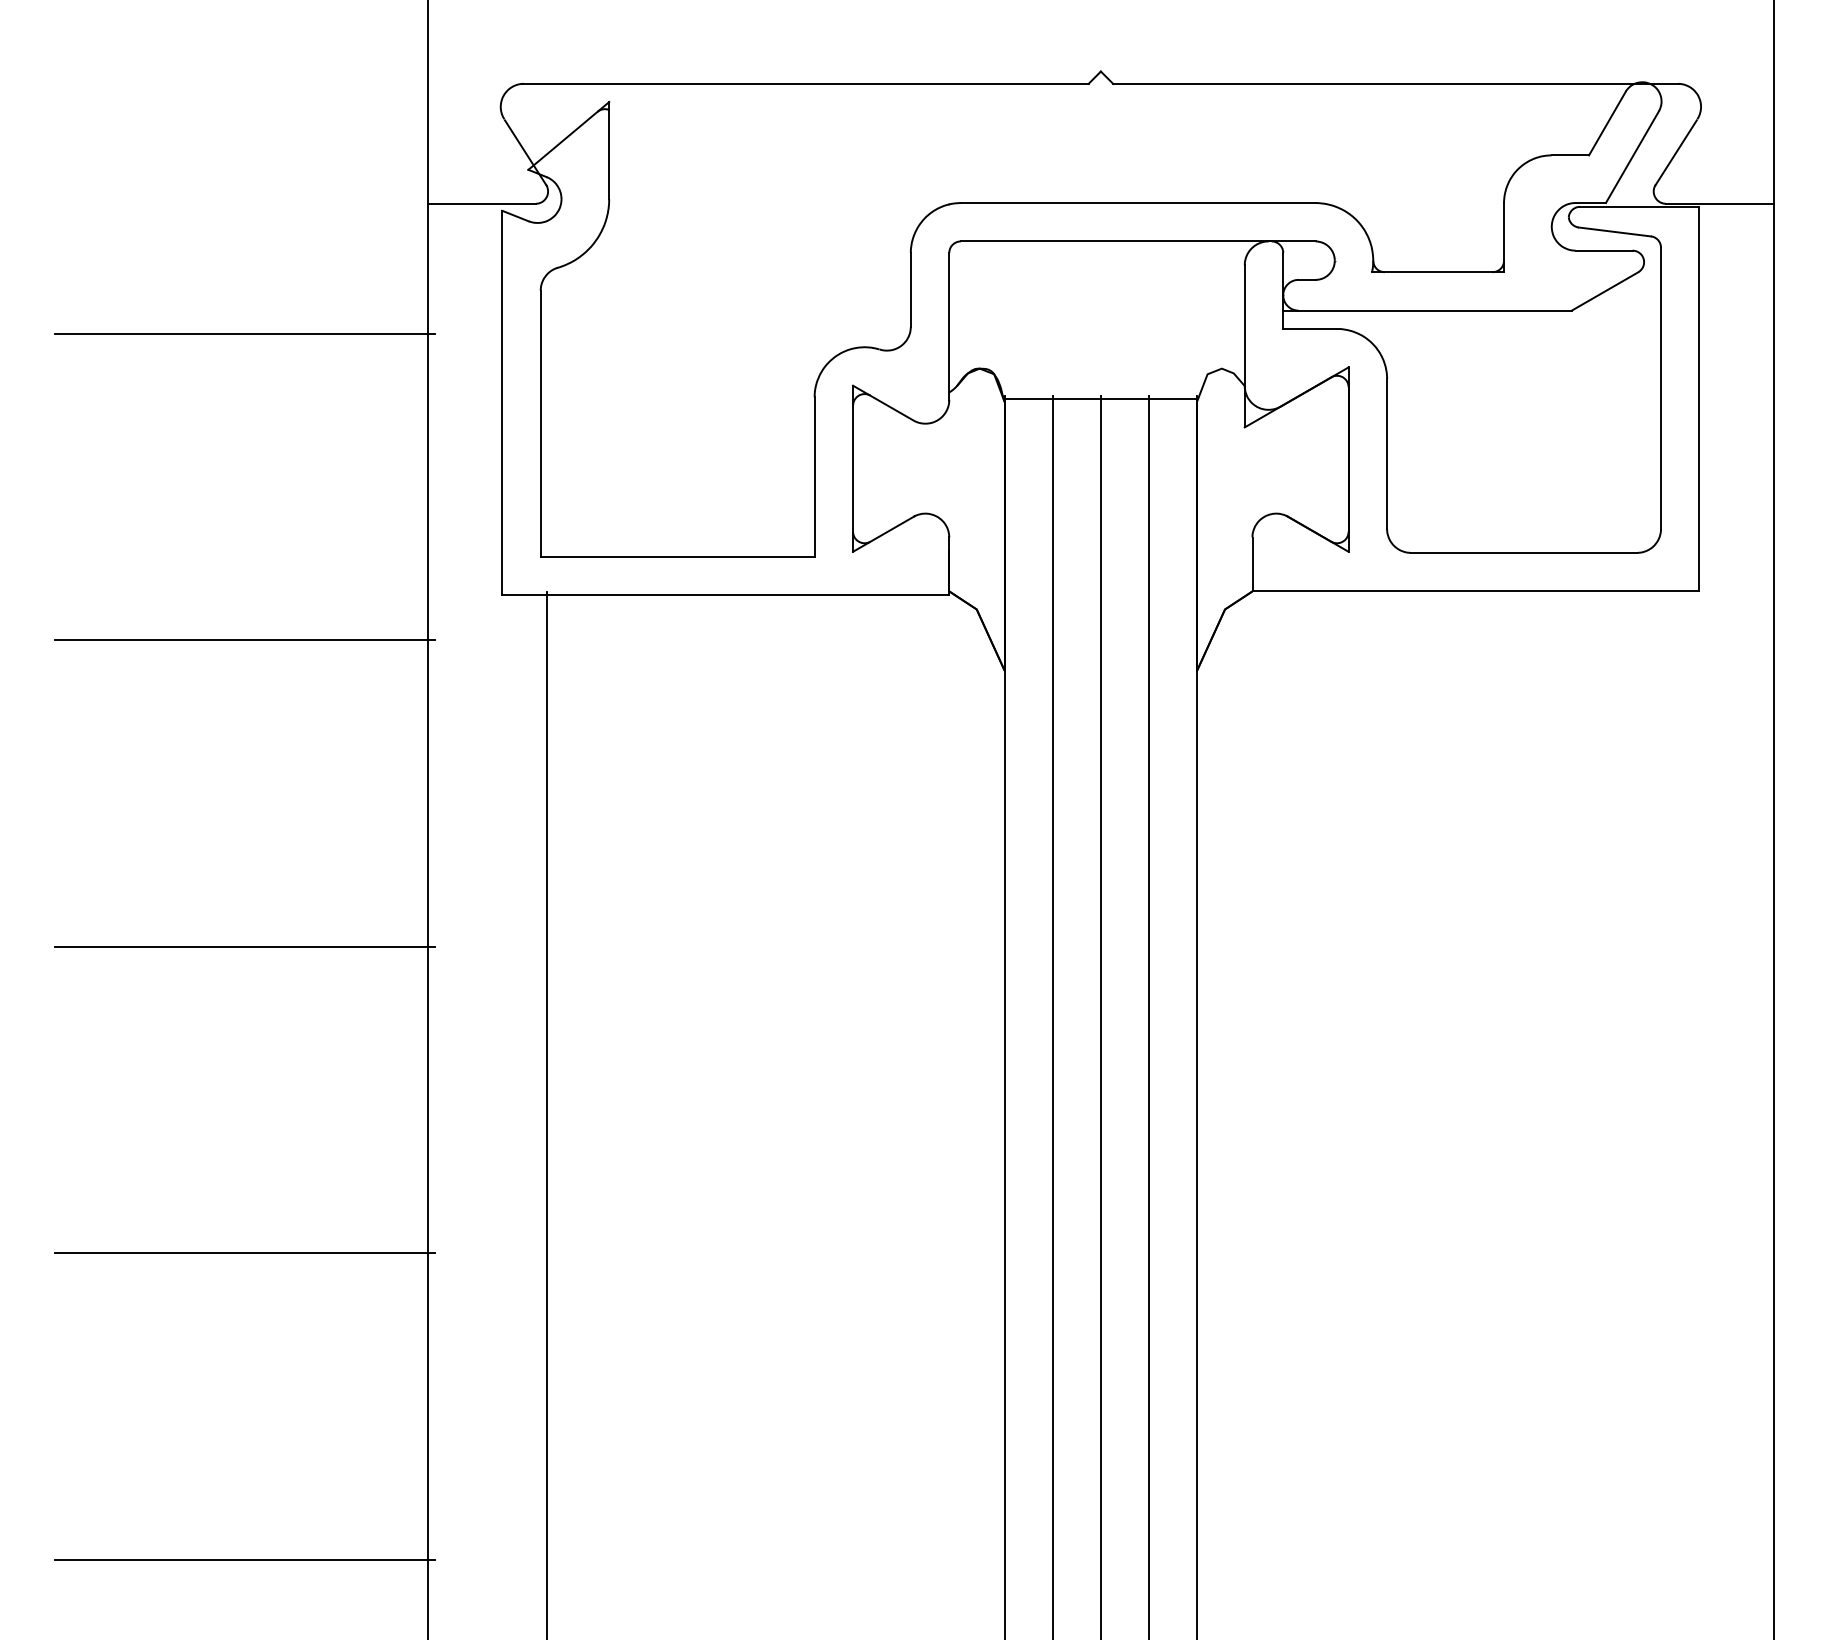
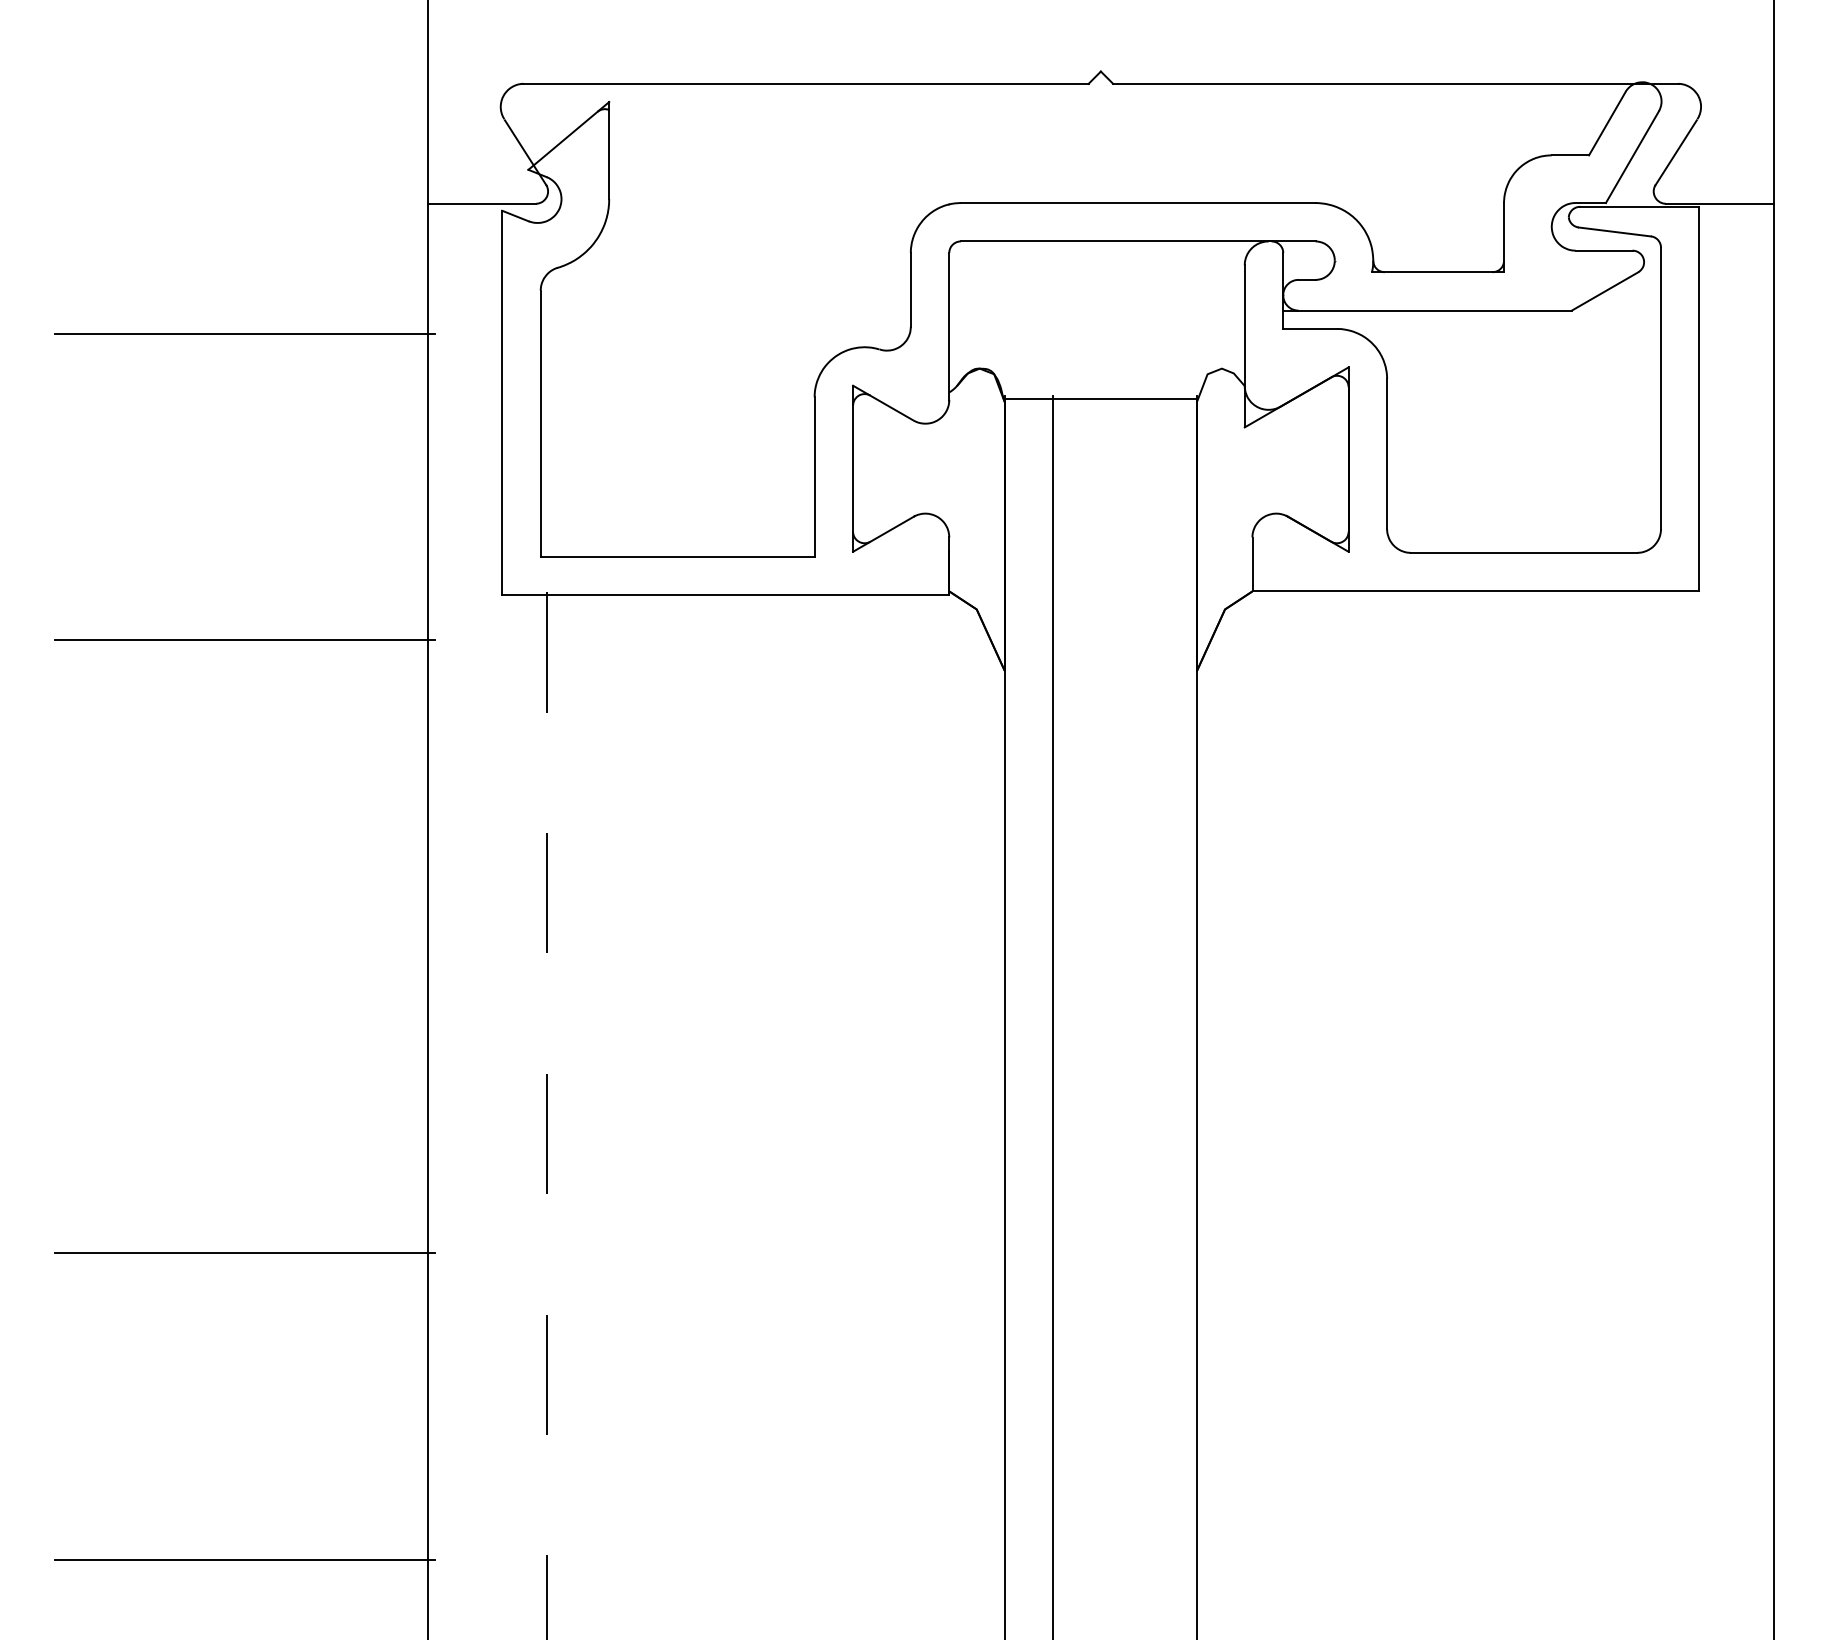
line at (244, 946): present -> none
line at (1100, 1016): present -> none
line at (1149, 1016): present -> none
line at (546, 1116): solid -> dashed
